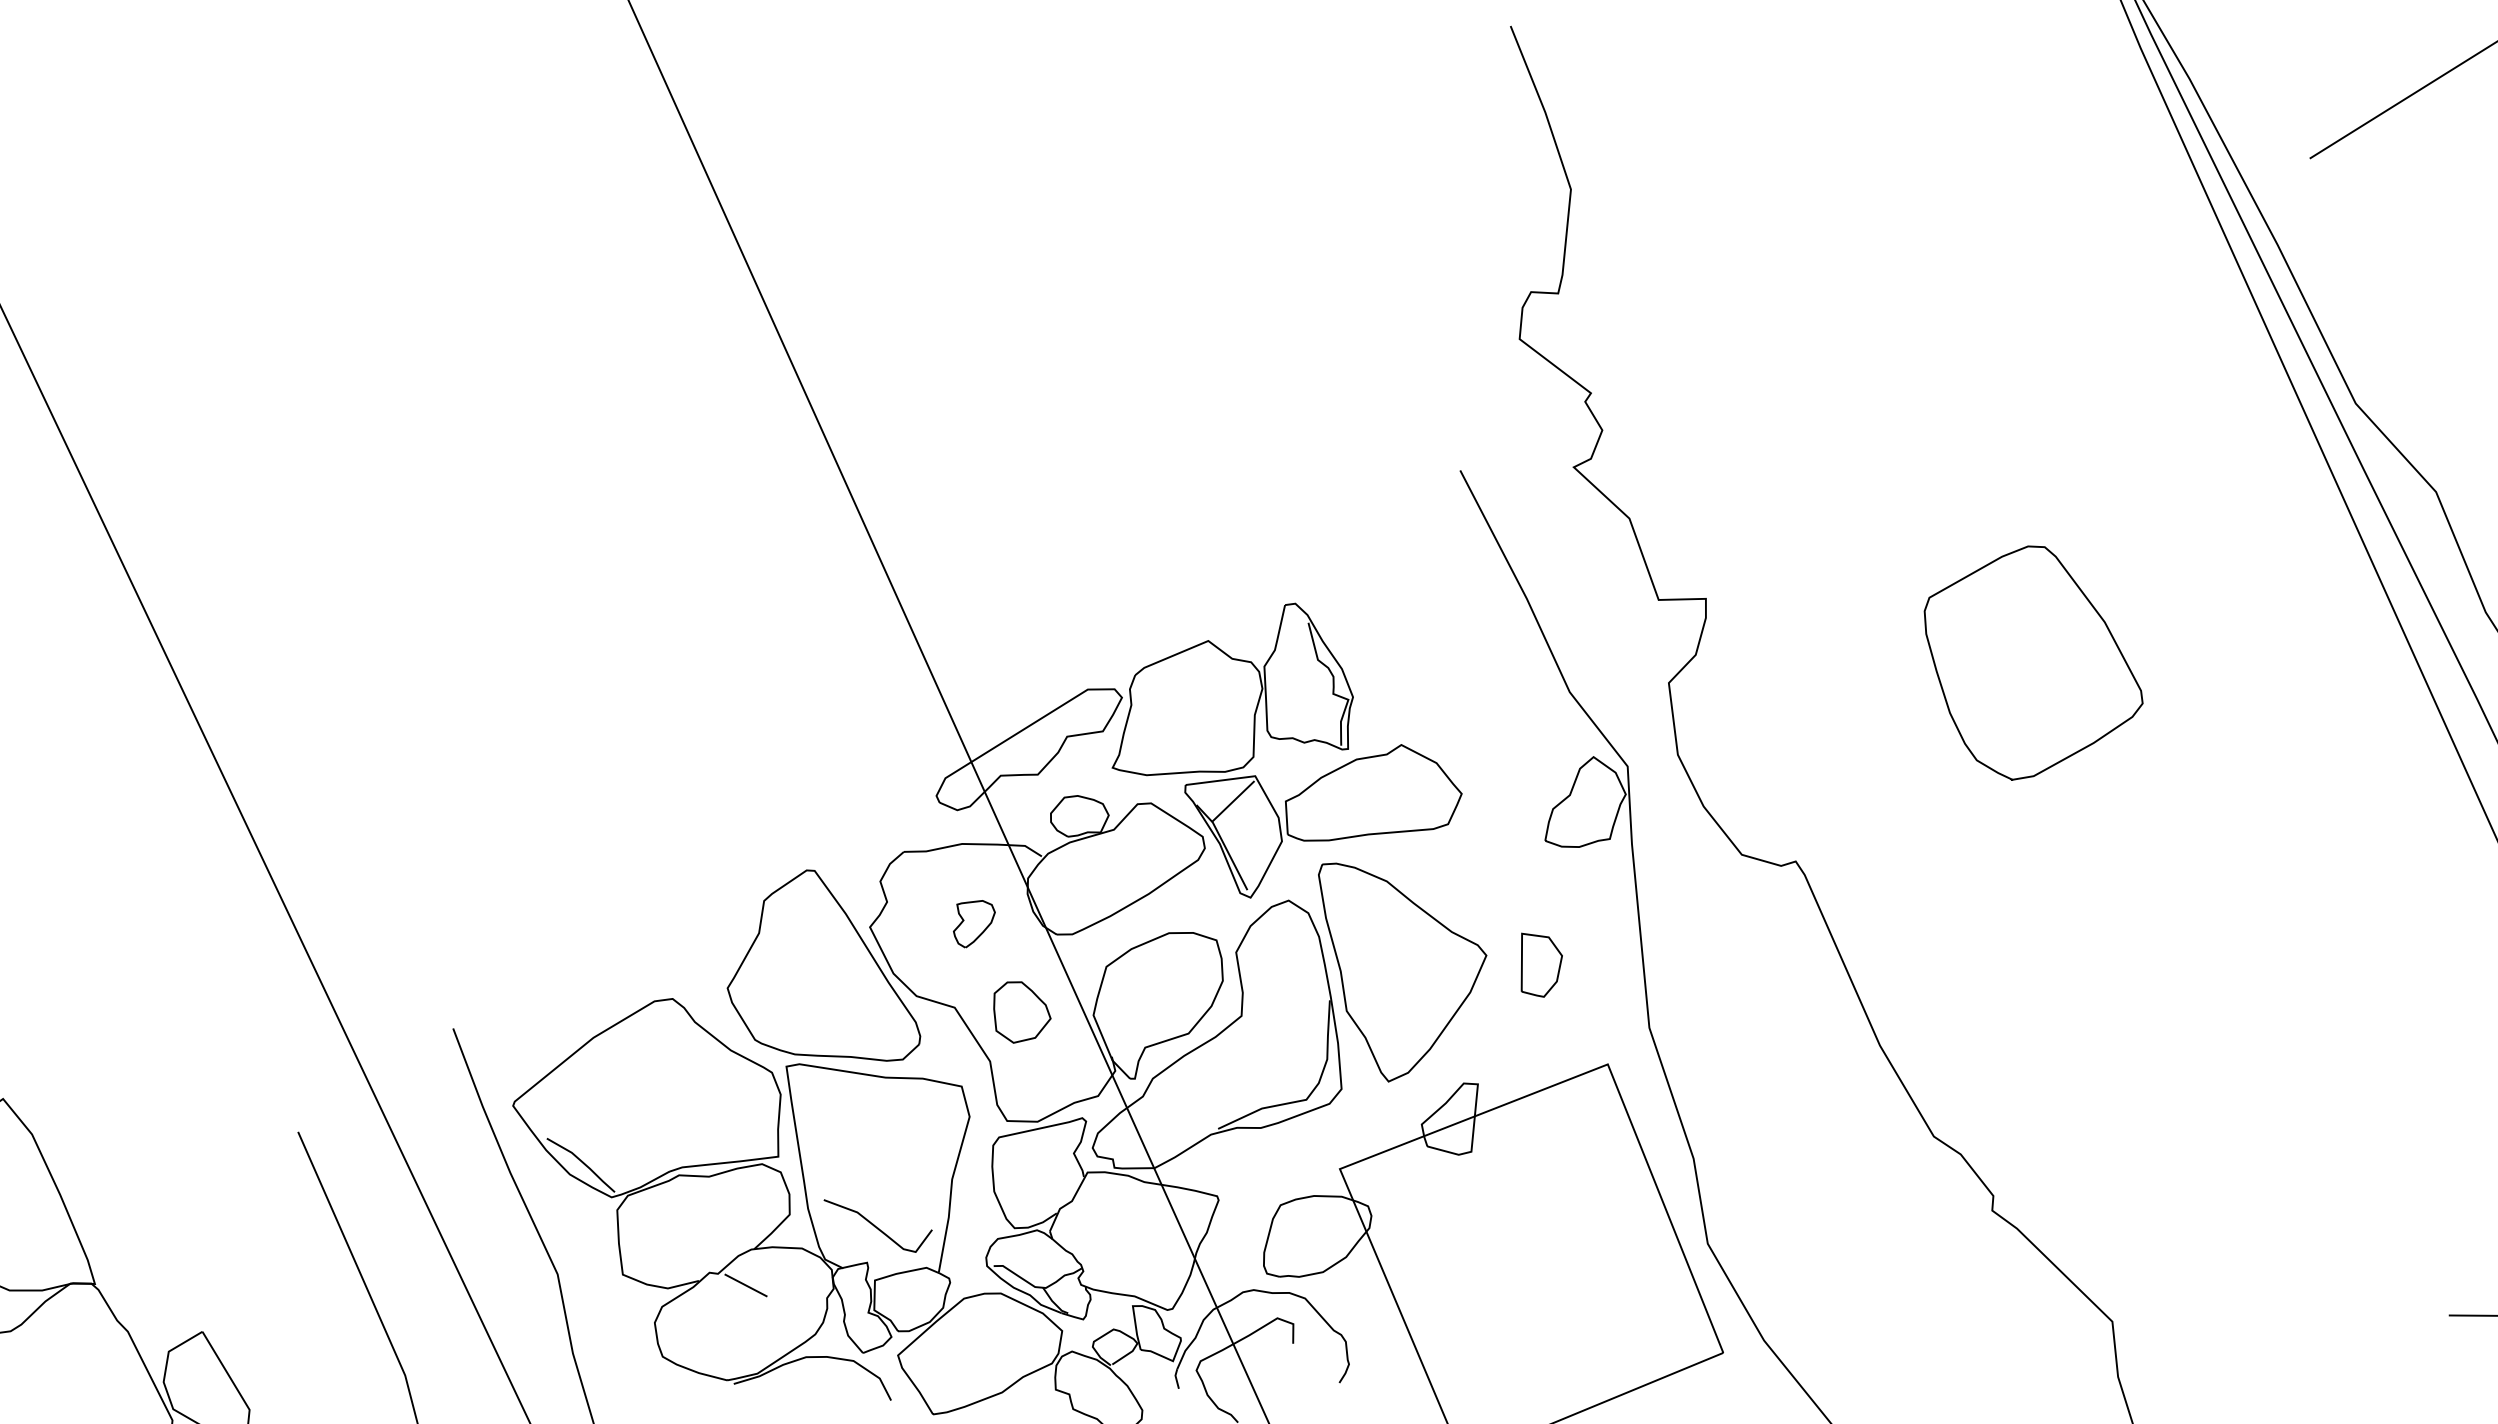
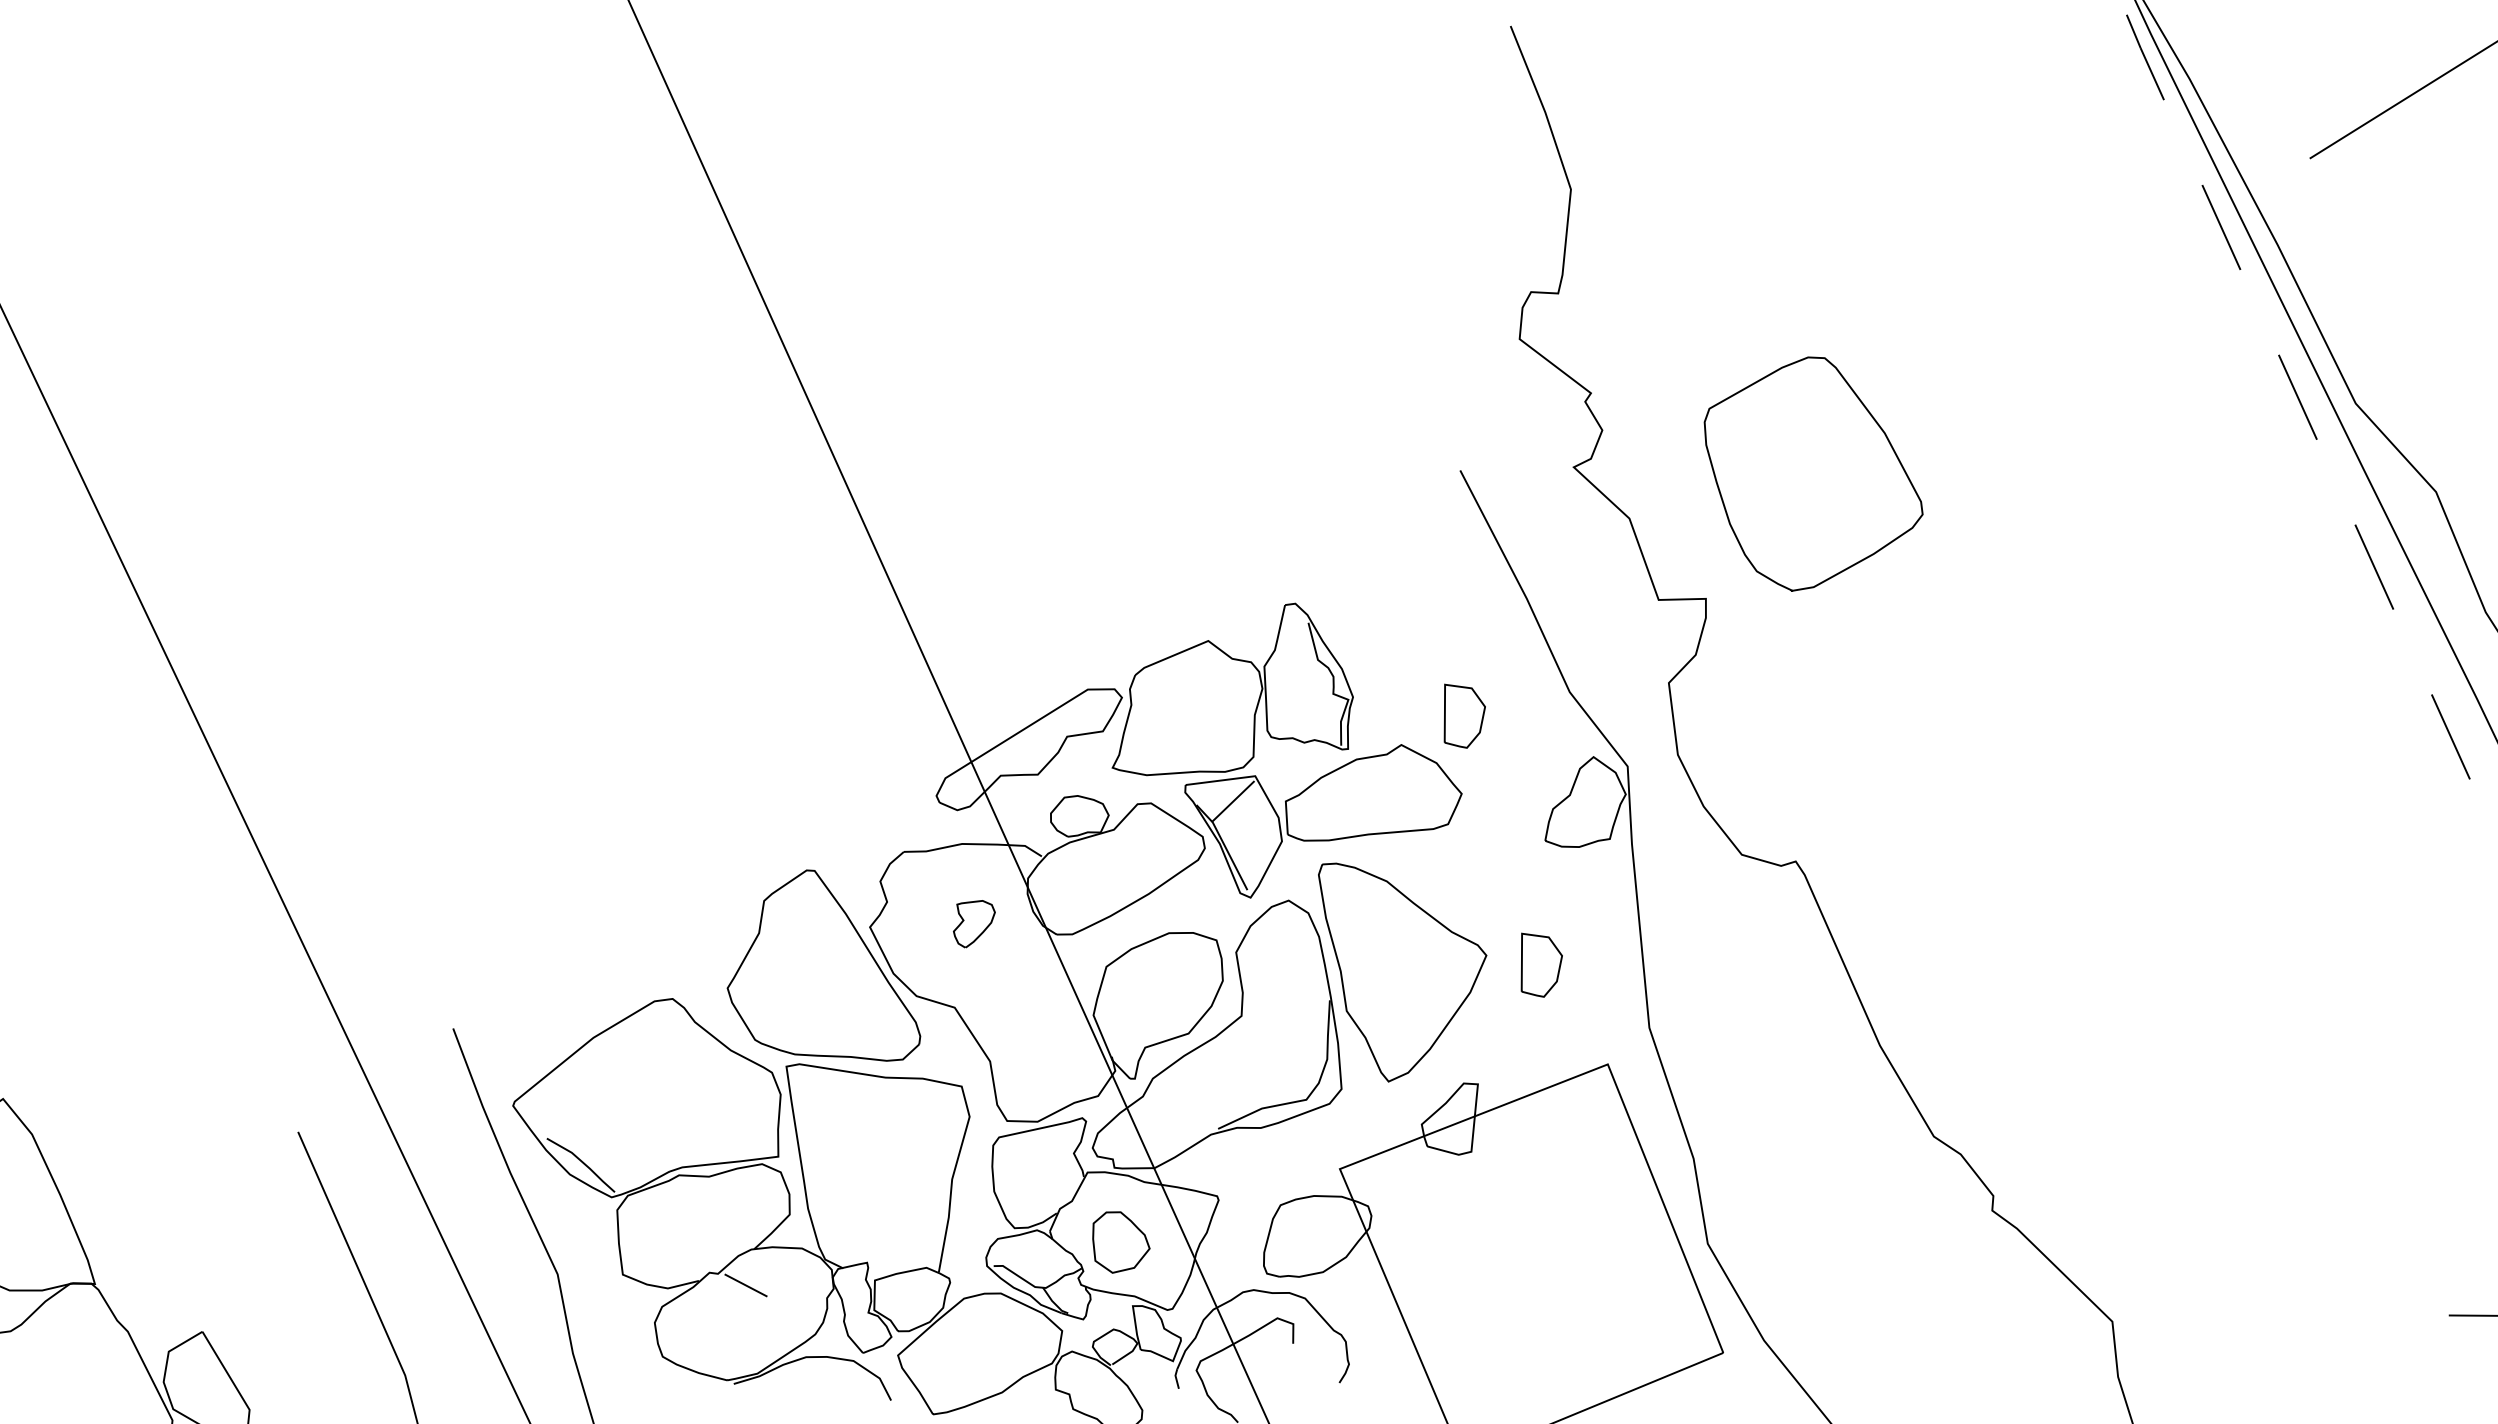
line at (2308, 421): solid -> dashed
curve at (2097, 614) position: (2097, 614) -> (1877, 425)
part at (1464, 715): none -> present
part at (1022, 1012) position: (1022, 1012) -> (1121, 1242)
curve at (876, 1226): present -> none
